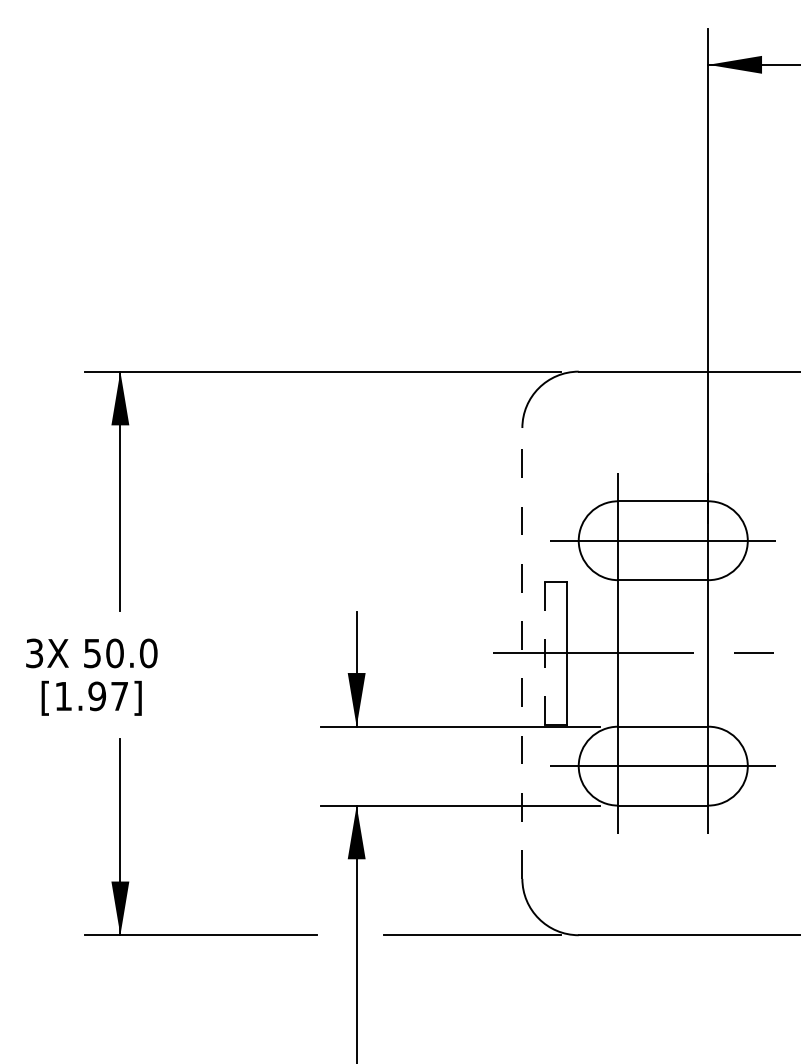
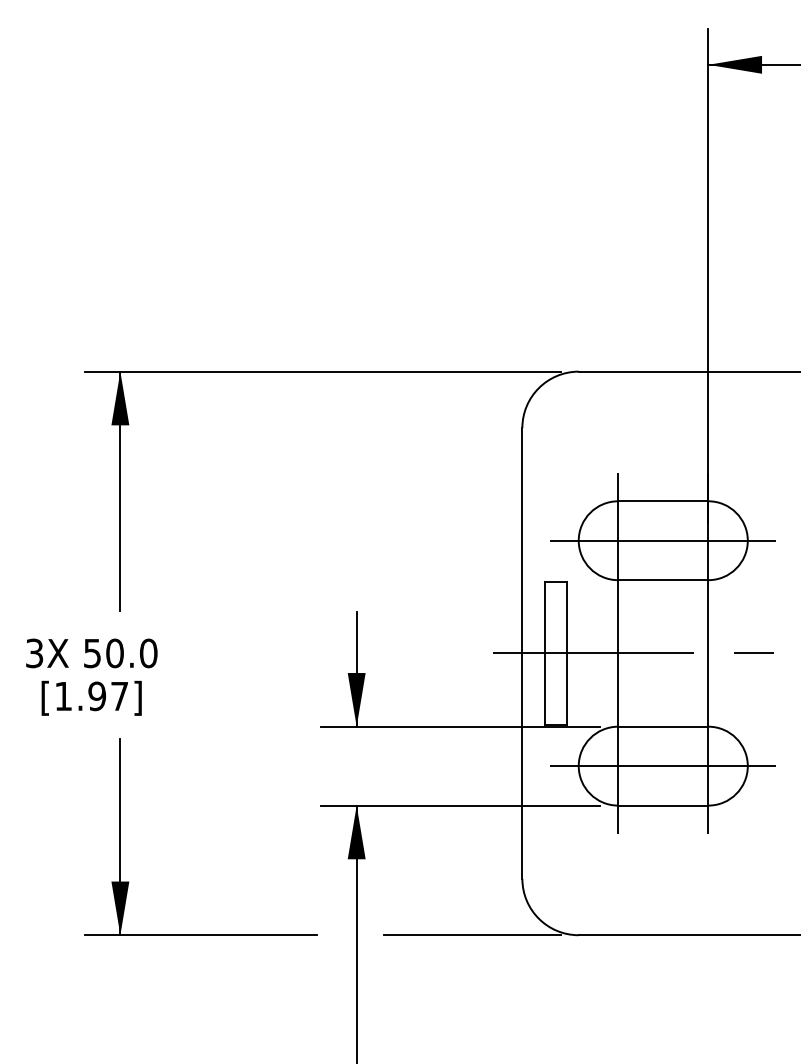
line at (522, 652): dashed -> solid
line at (544, 653): dashed -> solid
